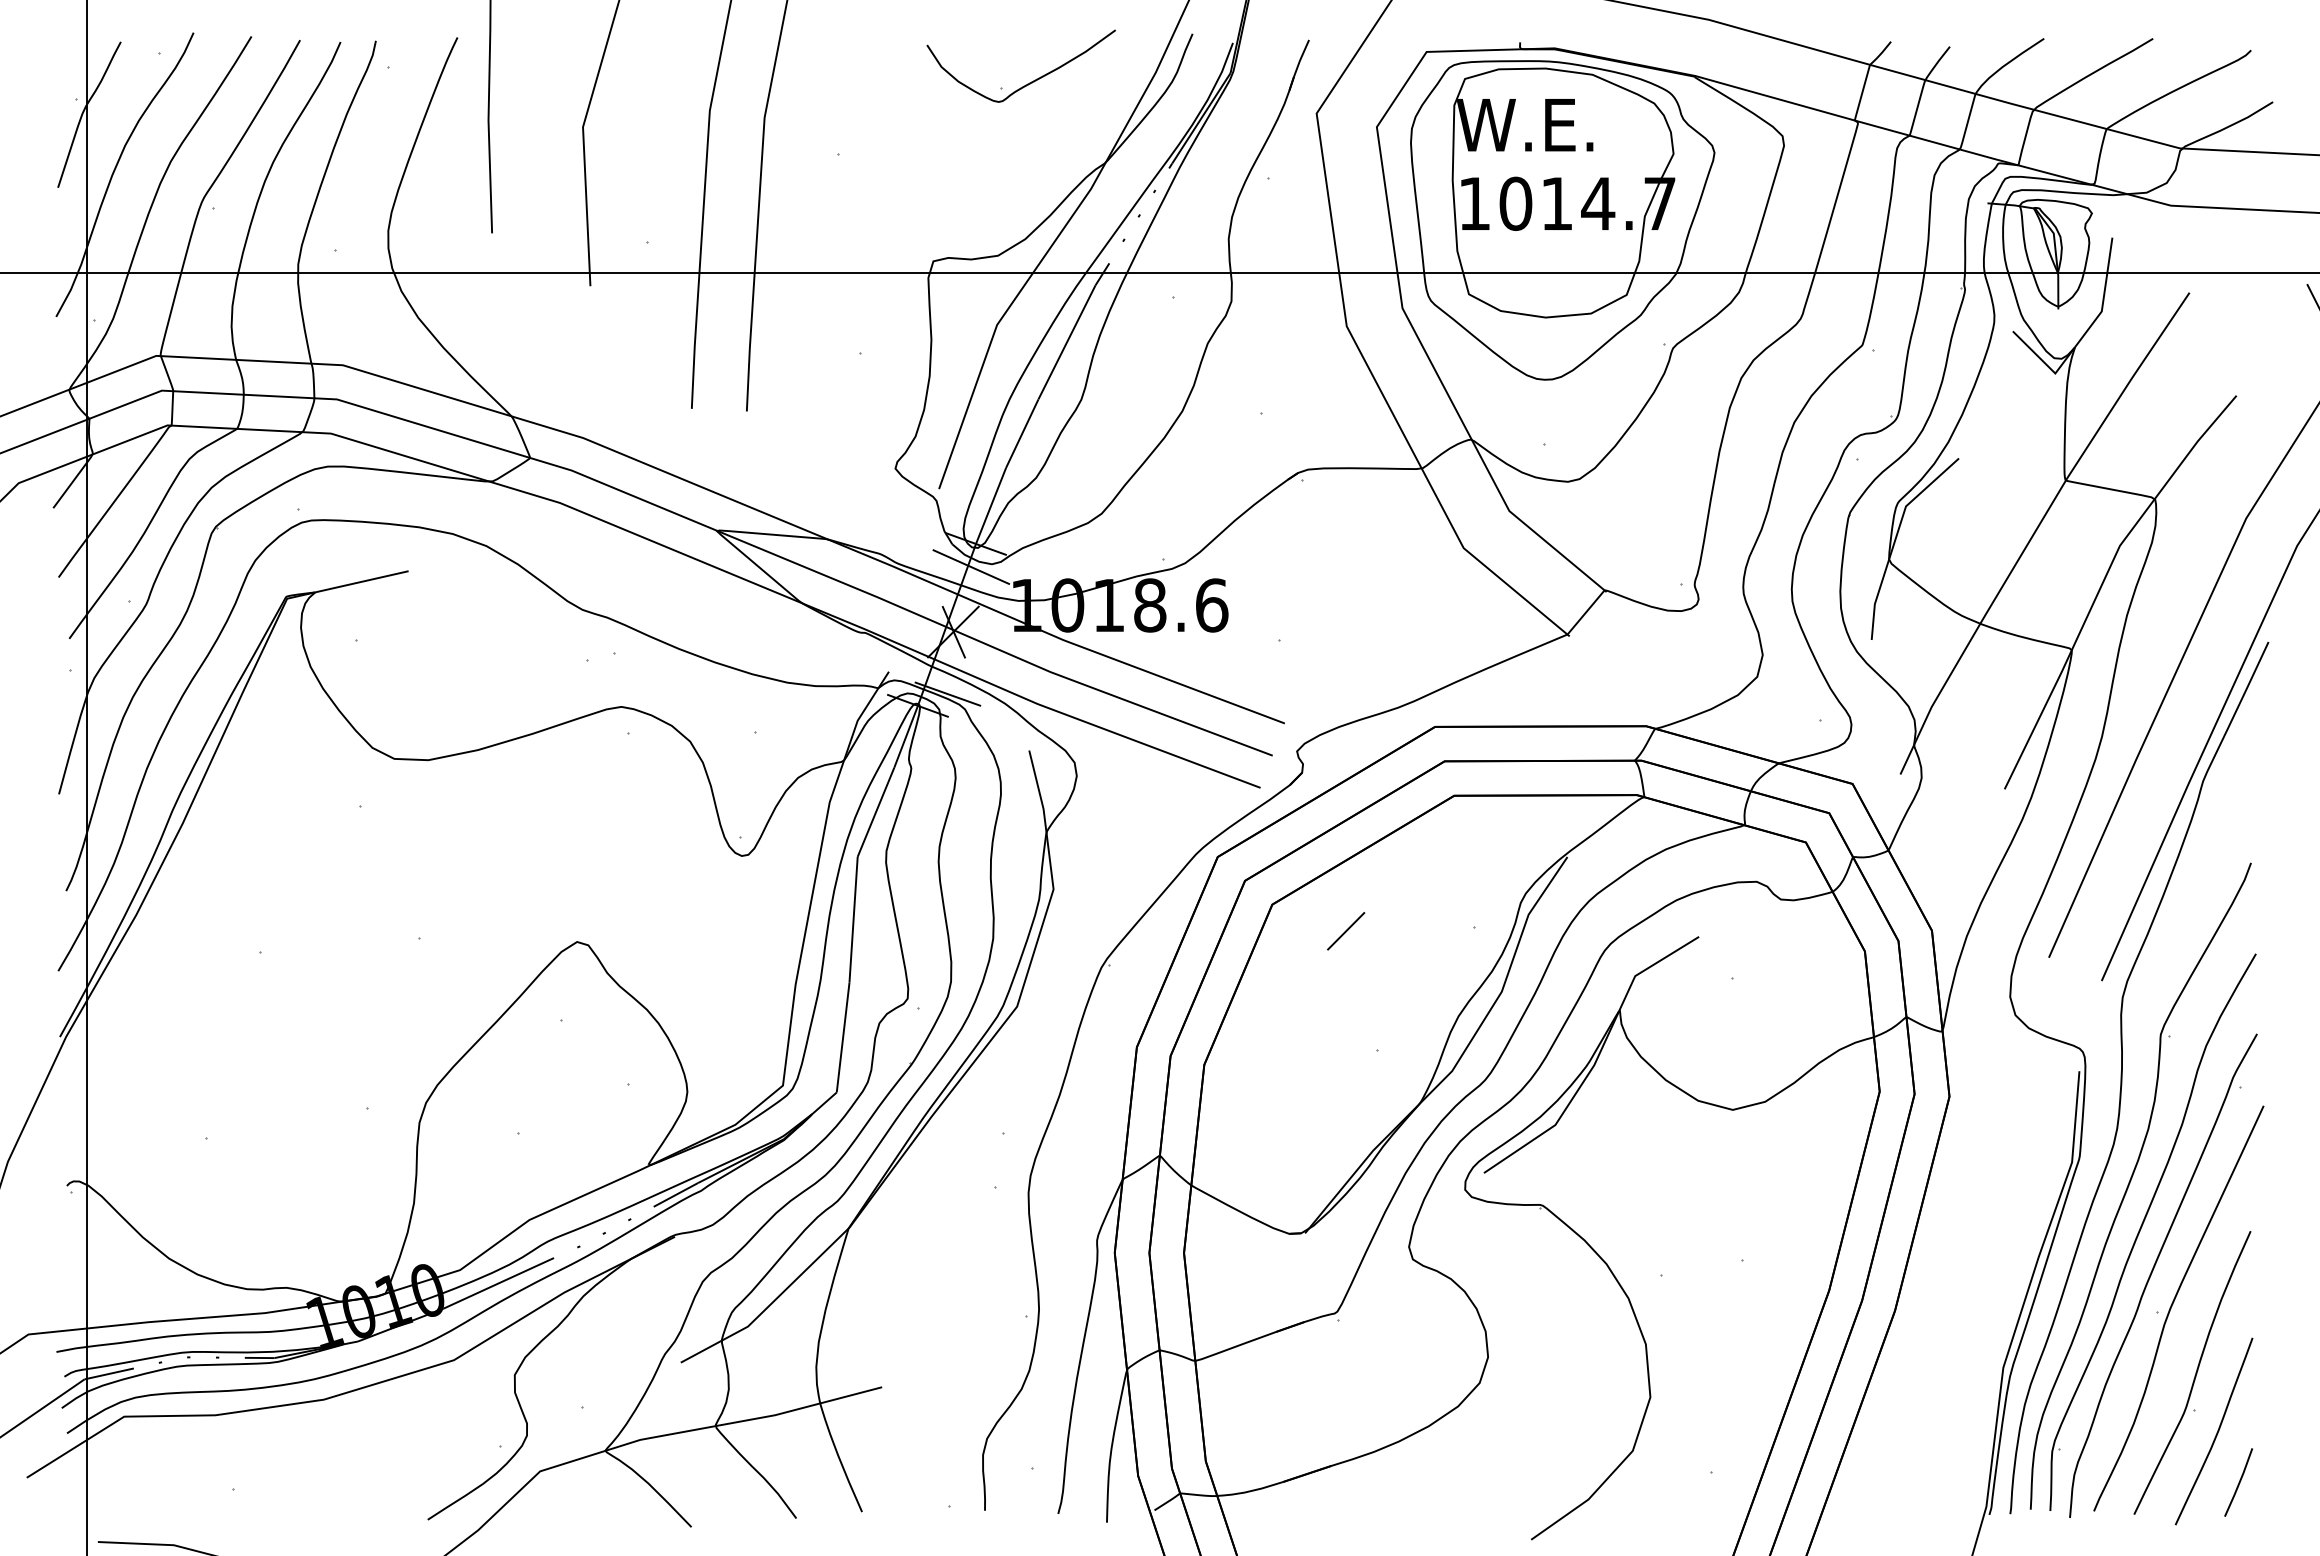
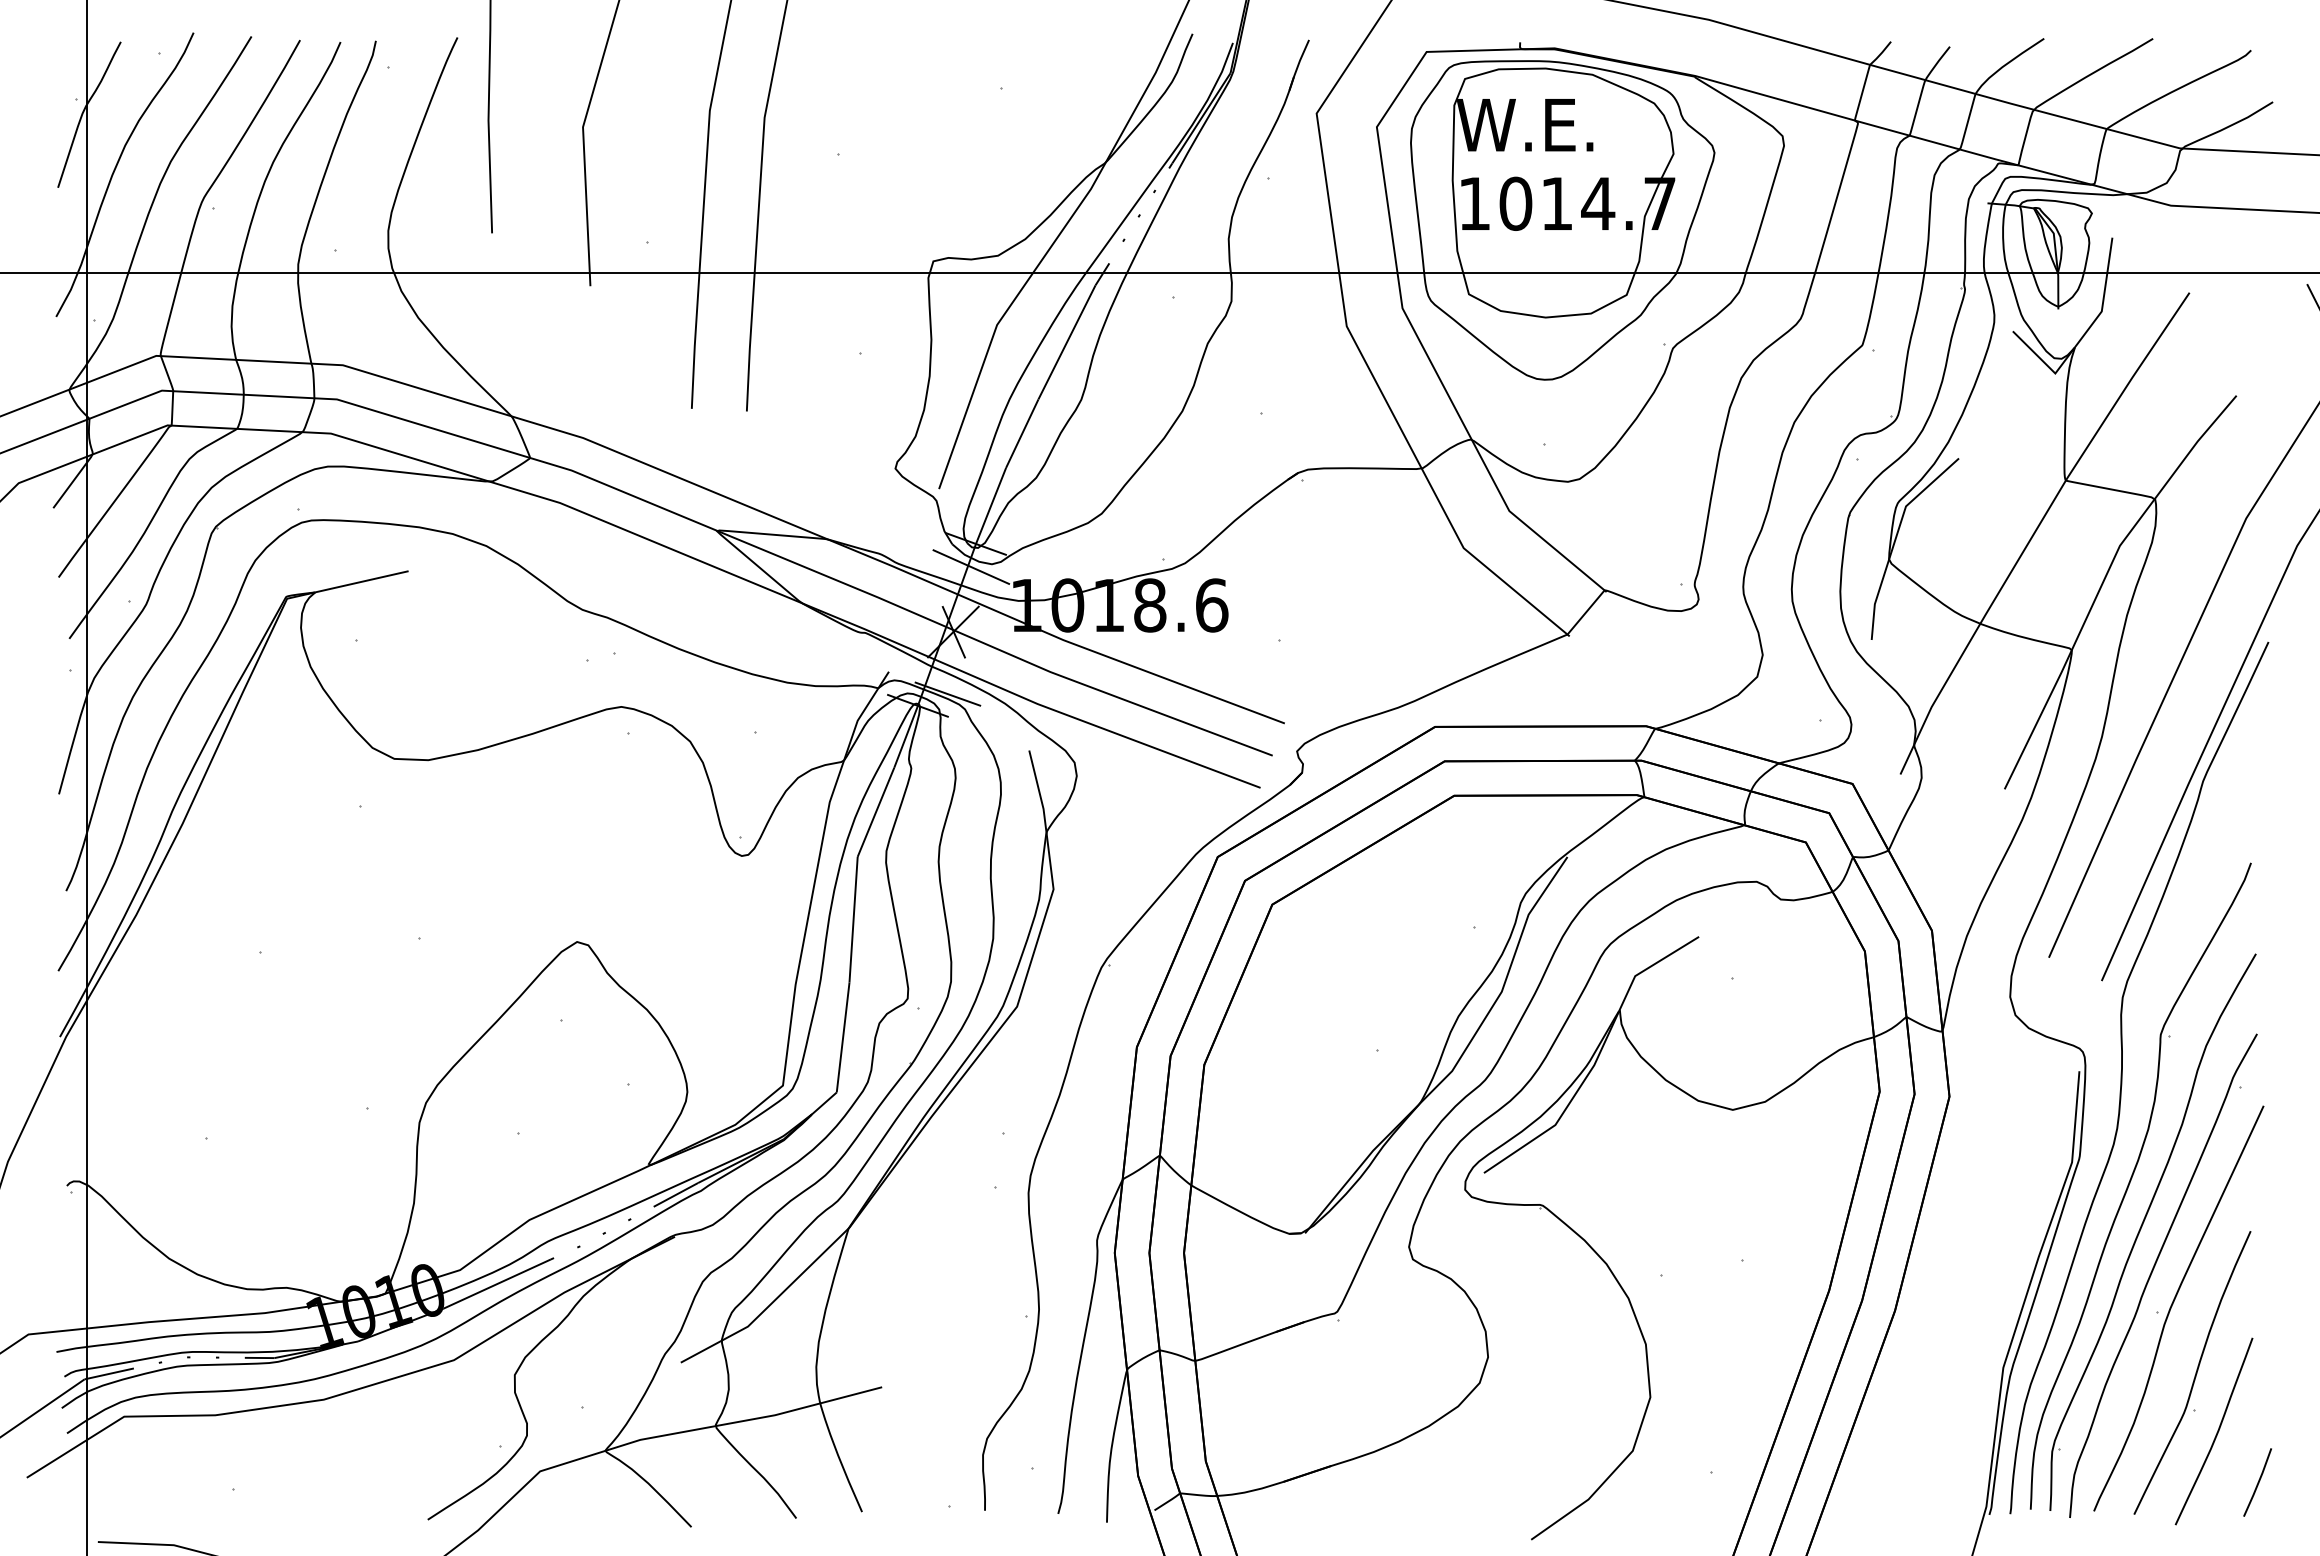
curve at (1029, 82): present -> none
line at (1346, 931): present -> none
line at (2238, 1482) position: (2238, 1482) -> (2257, 1482)
